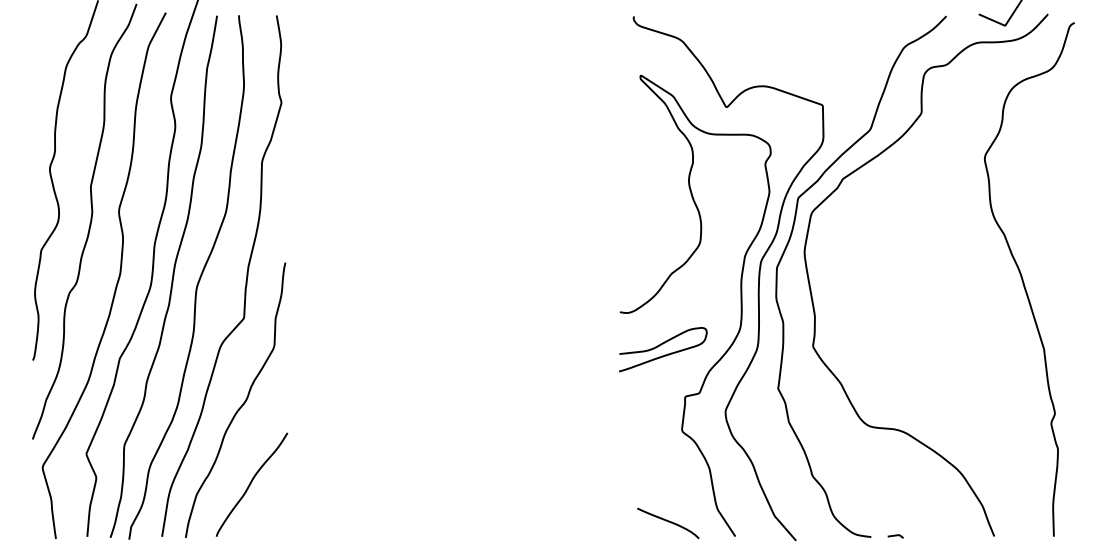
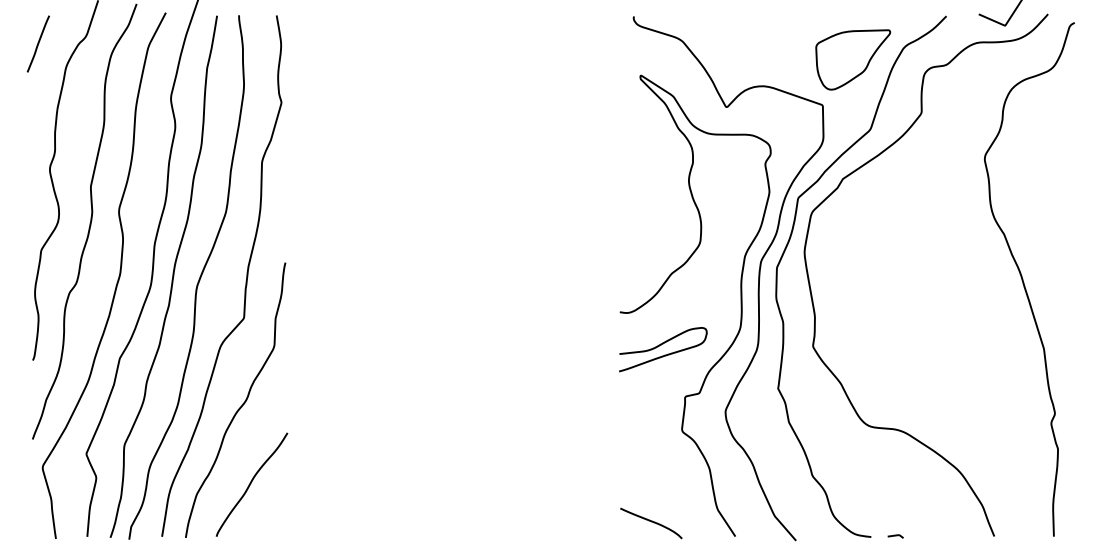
line at (37, 43): none -> present
part at (853, 59): none -> present
curve at (668, 522) position: (668, 522) -> (651, 522)
